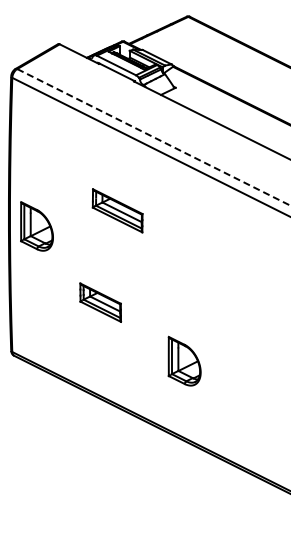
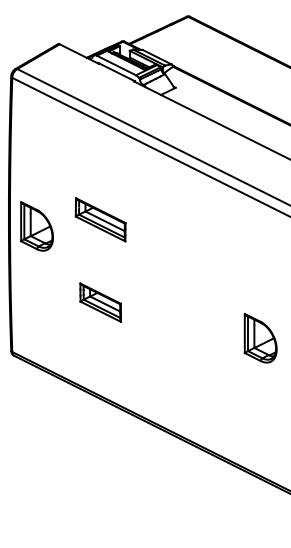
line at (153, 137): dashed -> solid
part at (117, 210) position: (117, 210) -> (100, 219)
part at (184, 360) position: (184, 360) -> (260, 337)
